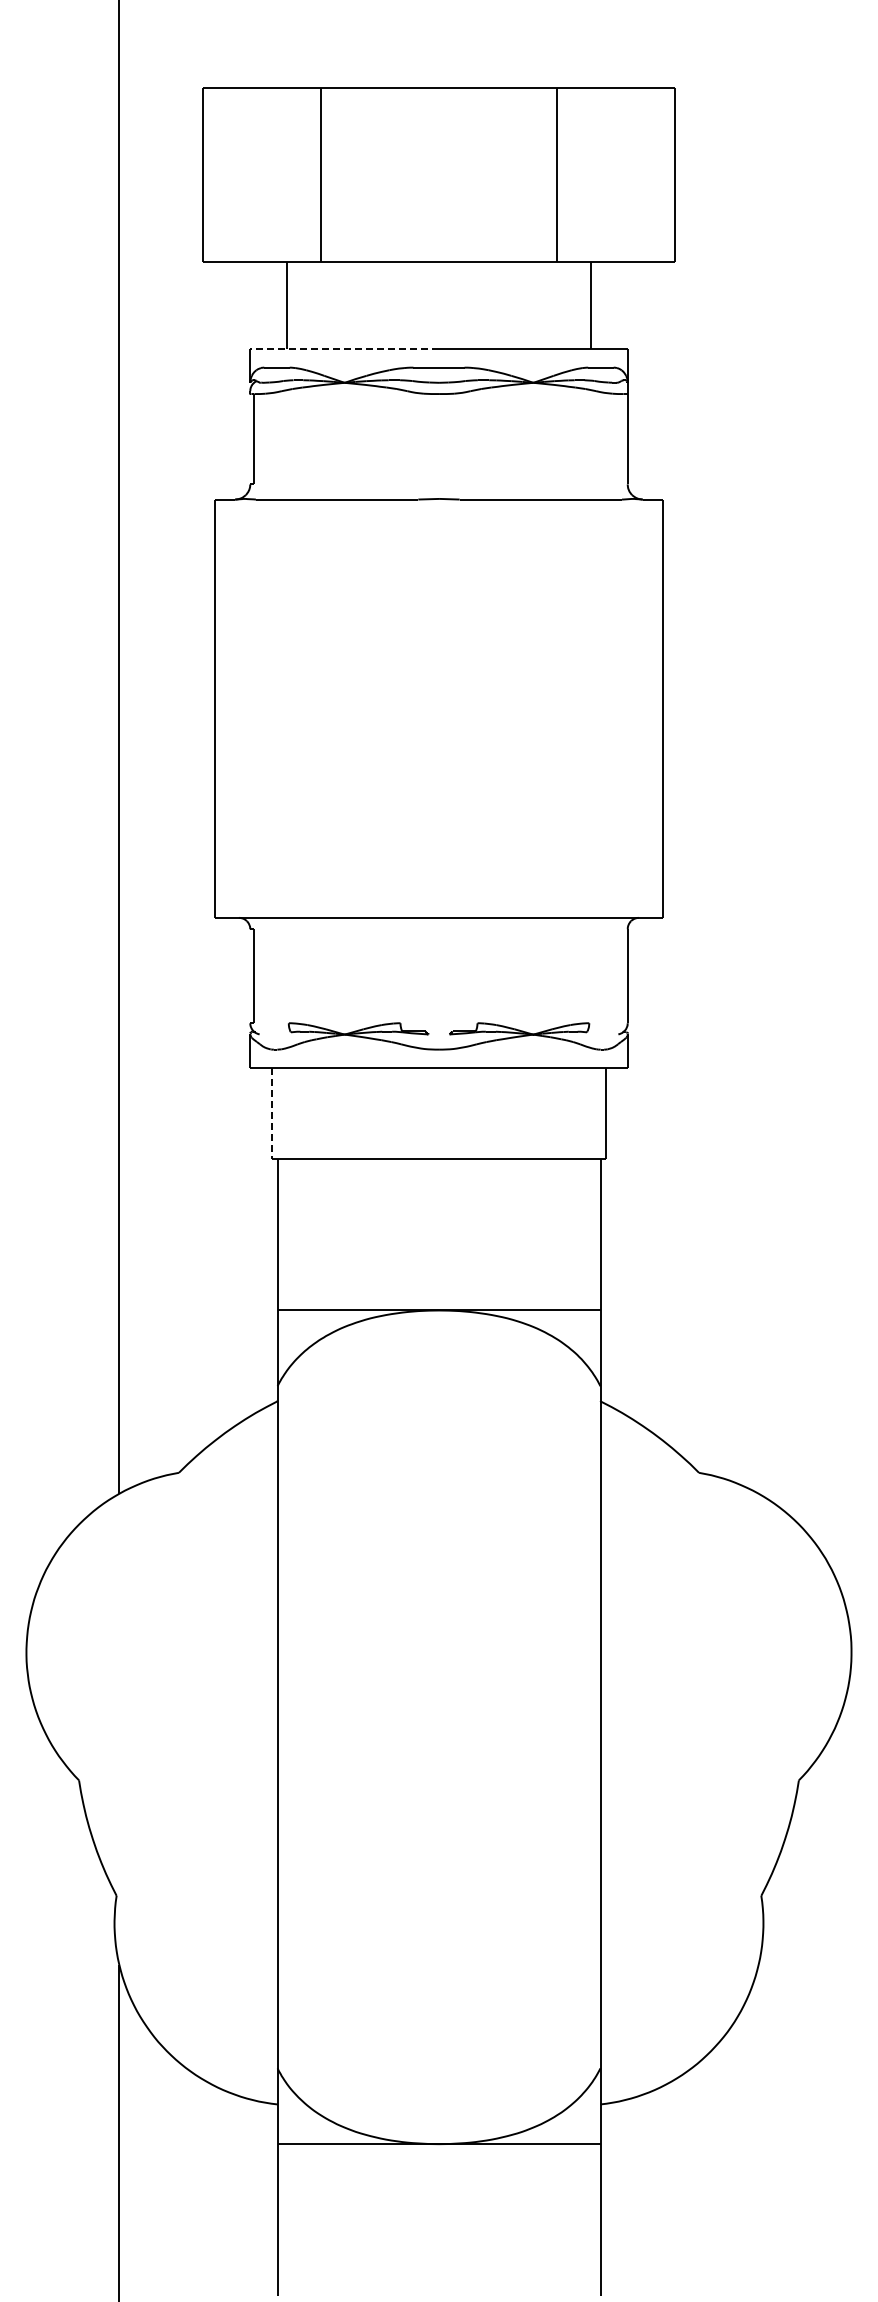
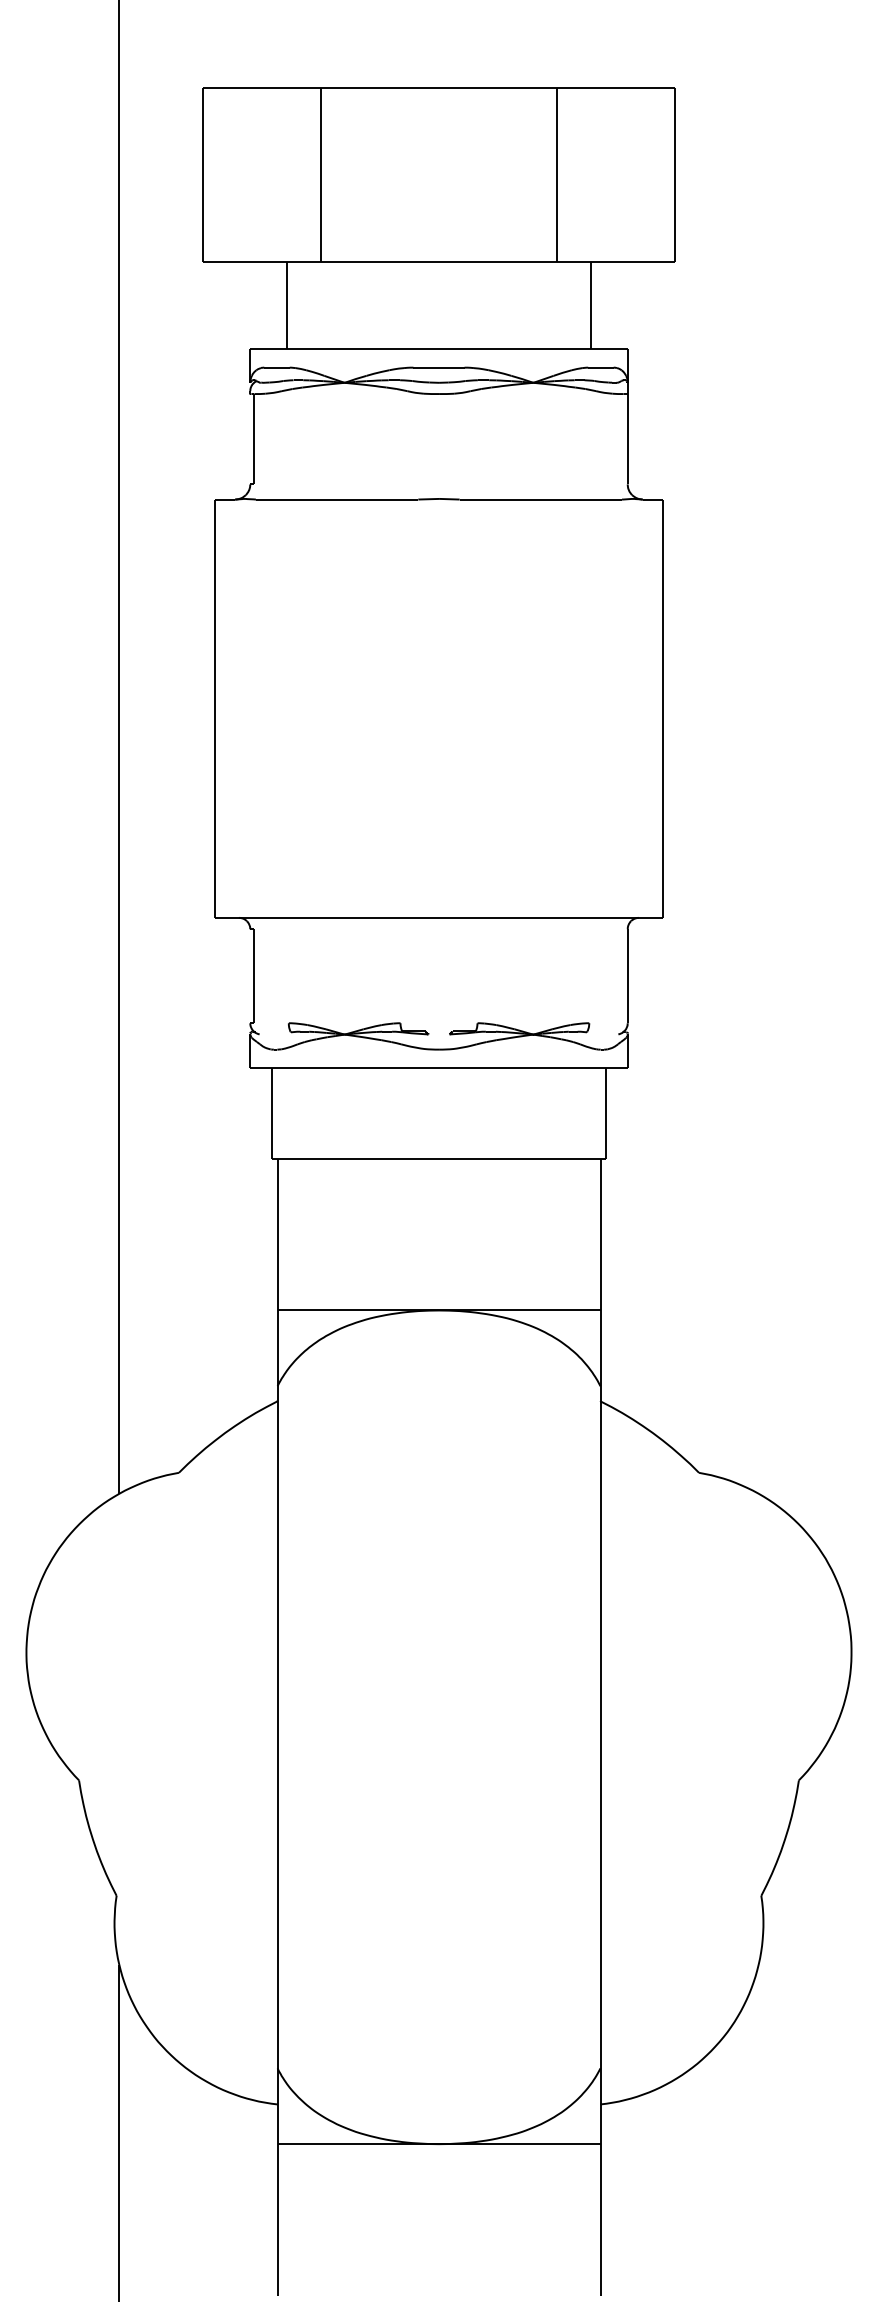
line at (344, 349): dashed -> solid
line at (272, 1113): dashed -> solid
